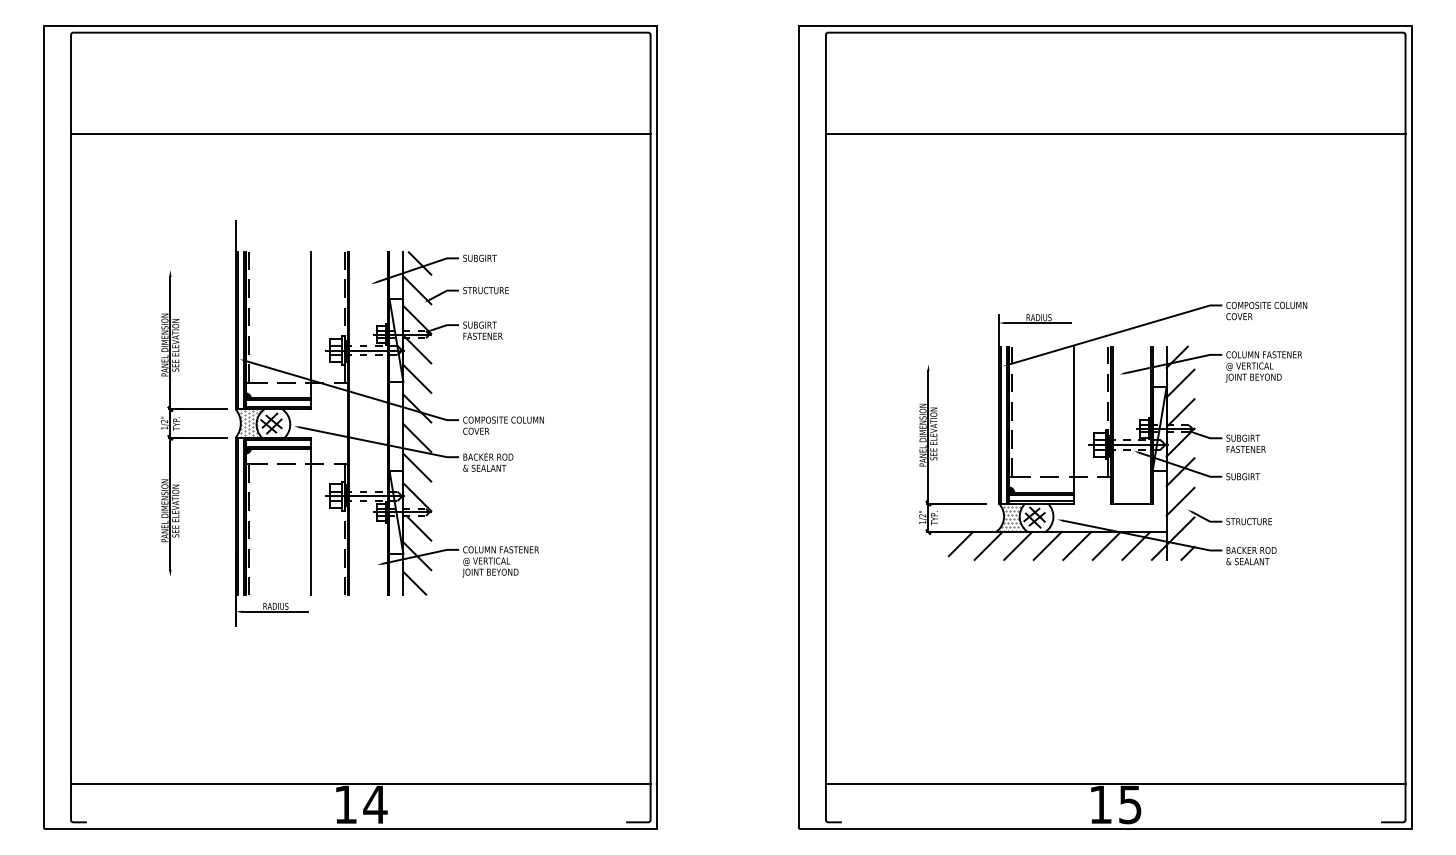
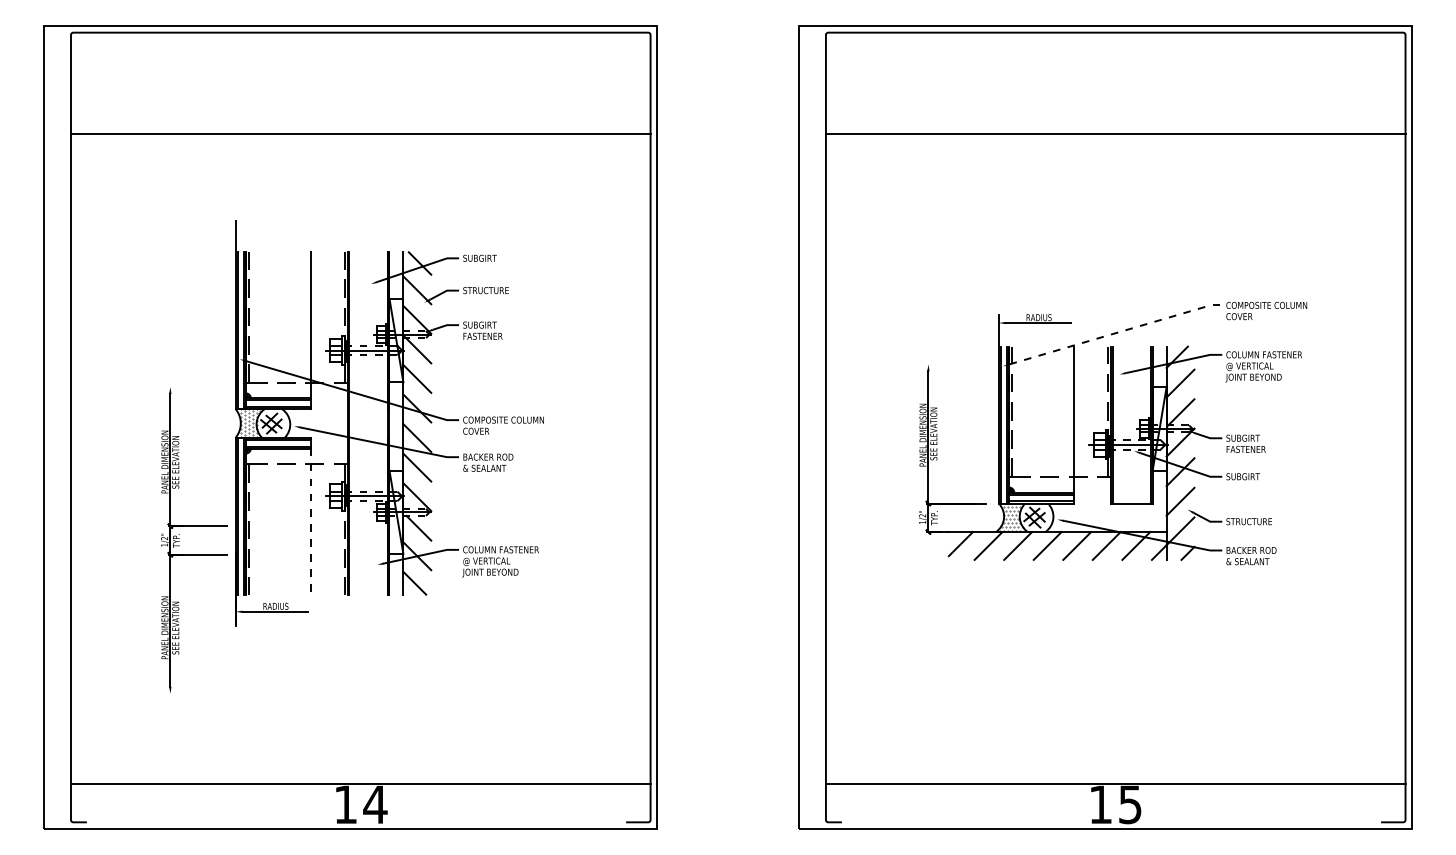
line at (1116, 332): solid -> dashed
part at (194, 409) position: (194, 409) -> (194, 526)
line at (310, 522): solid -> dashed
